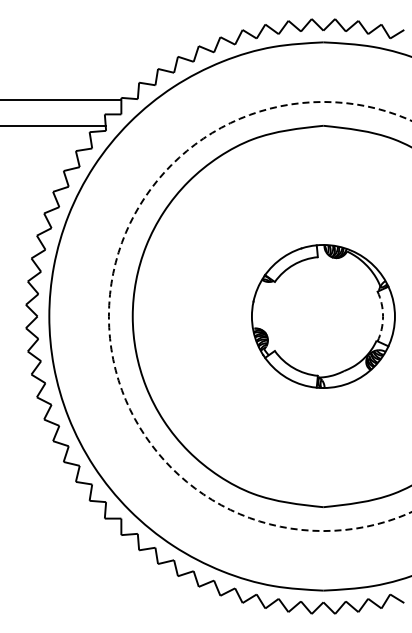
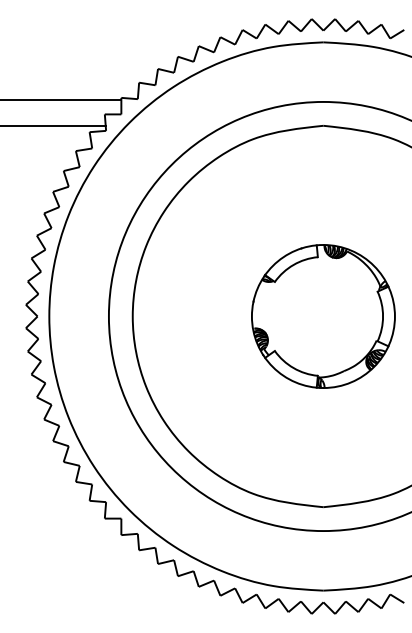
circle at (259, 316): dashed -> solid
arc at (383, 316): dashed -> solid
